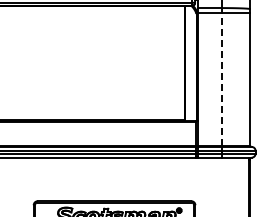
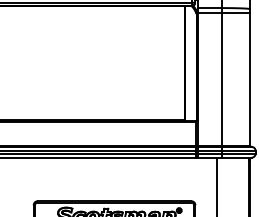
line at (222, 78): dashed -> solid
line at (217, 185): none -> present
